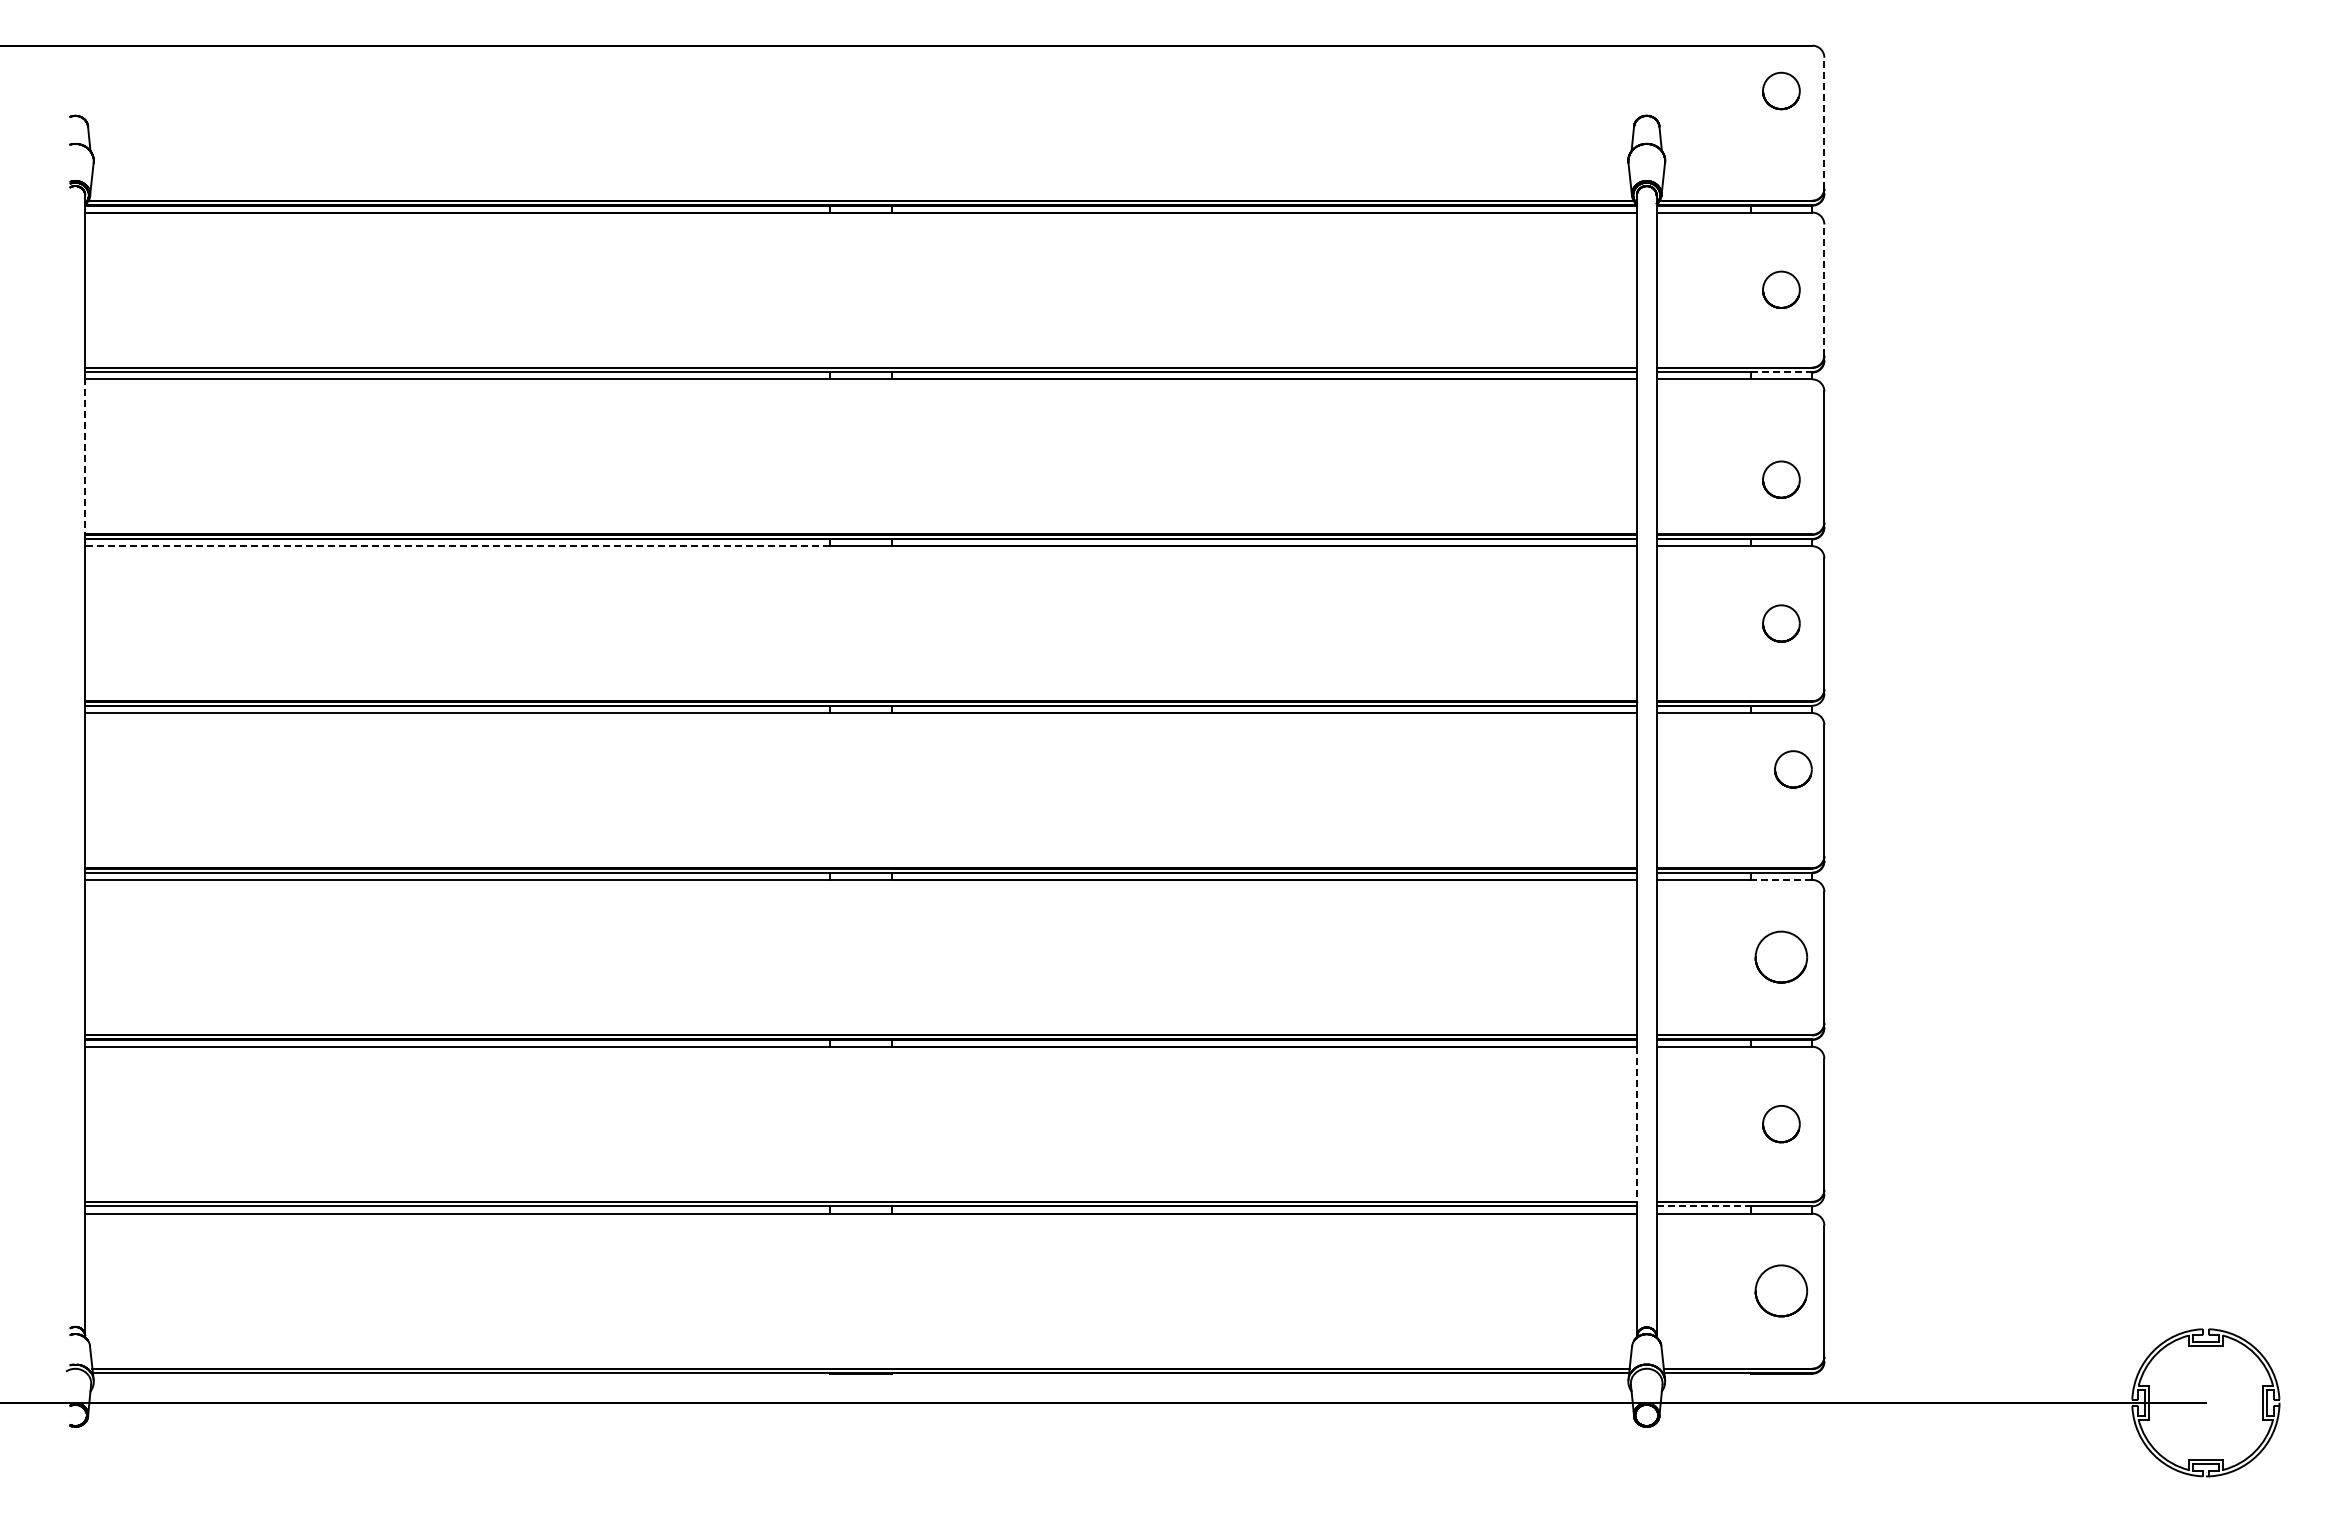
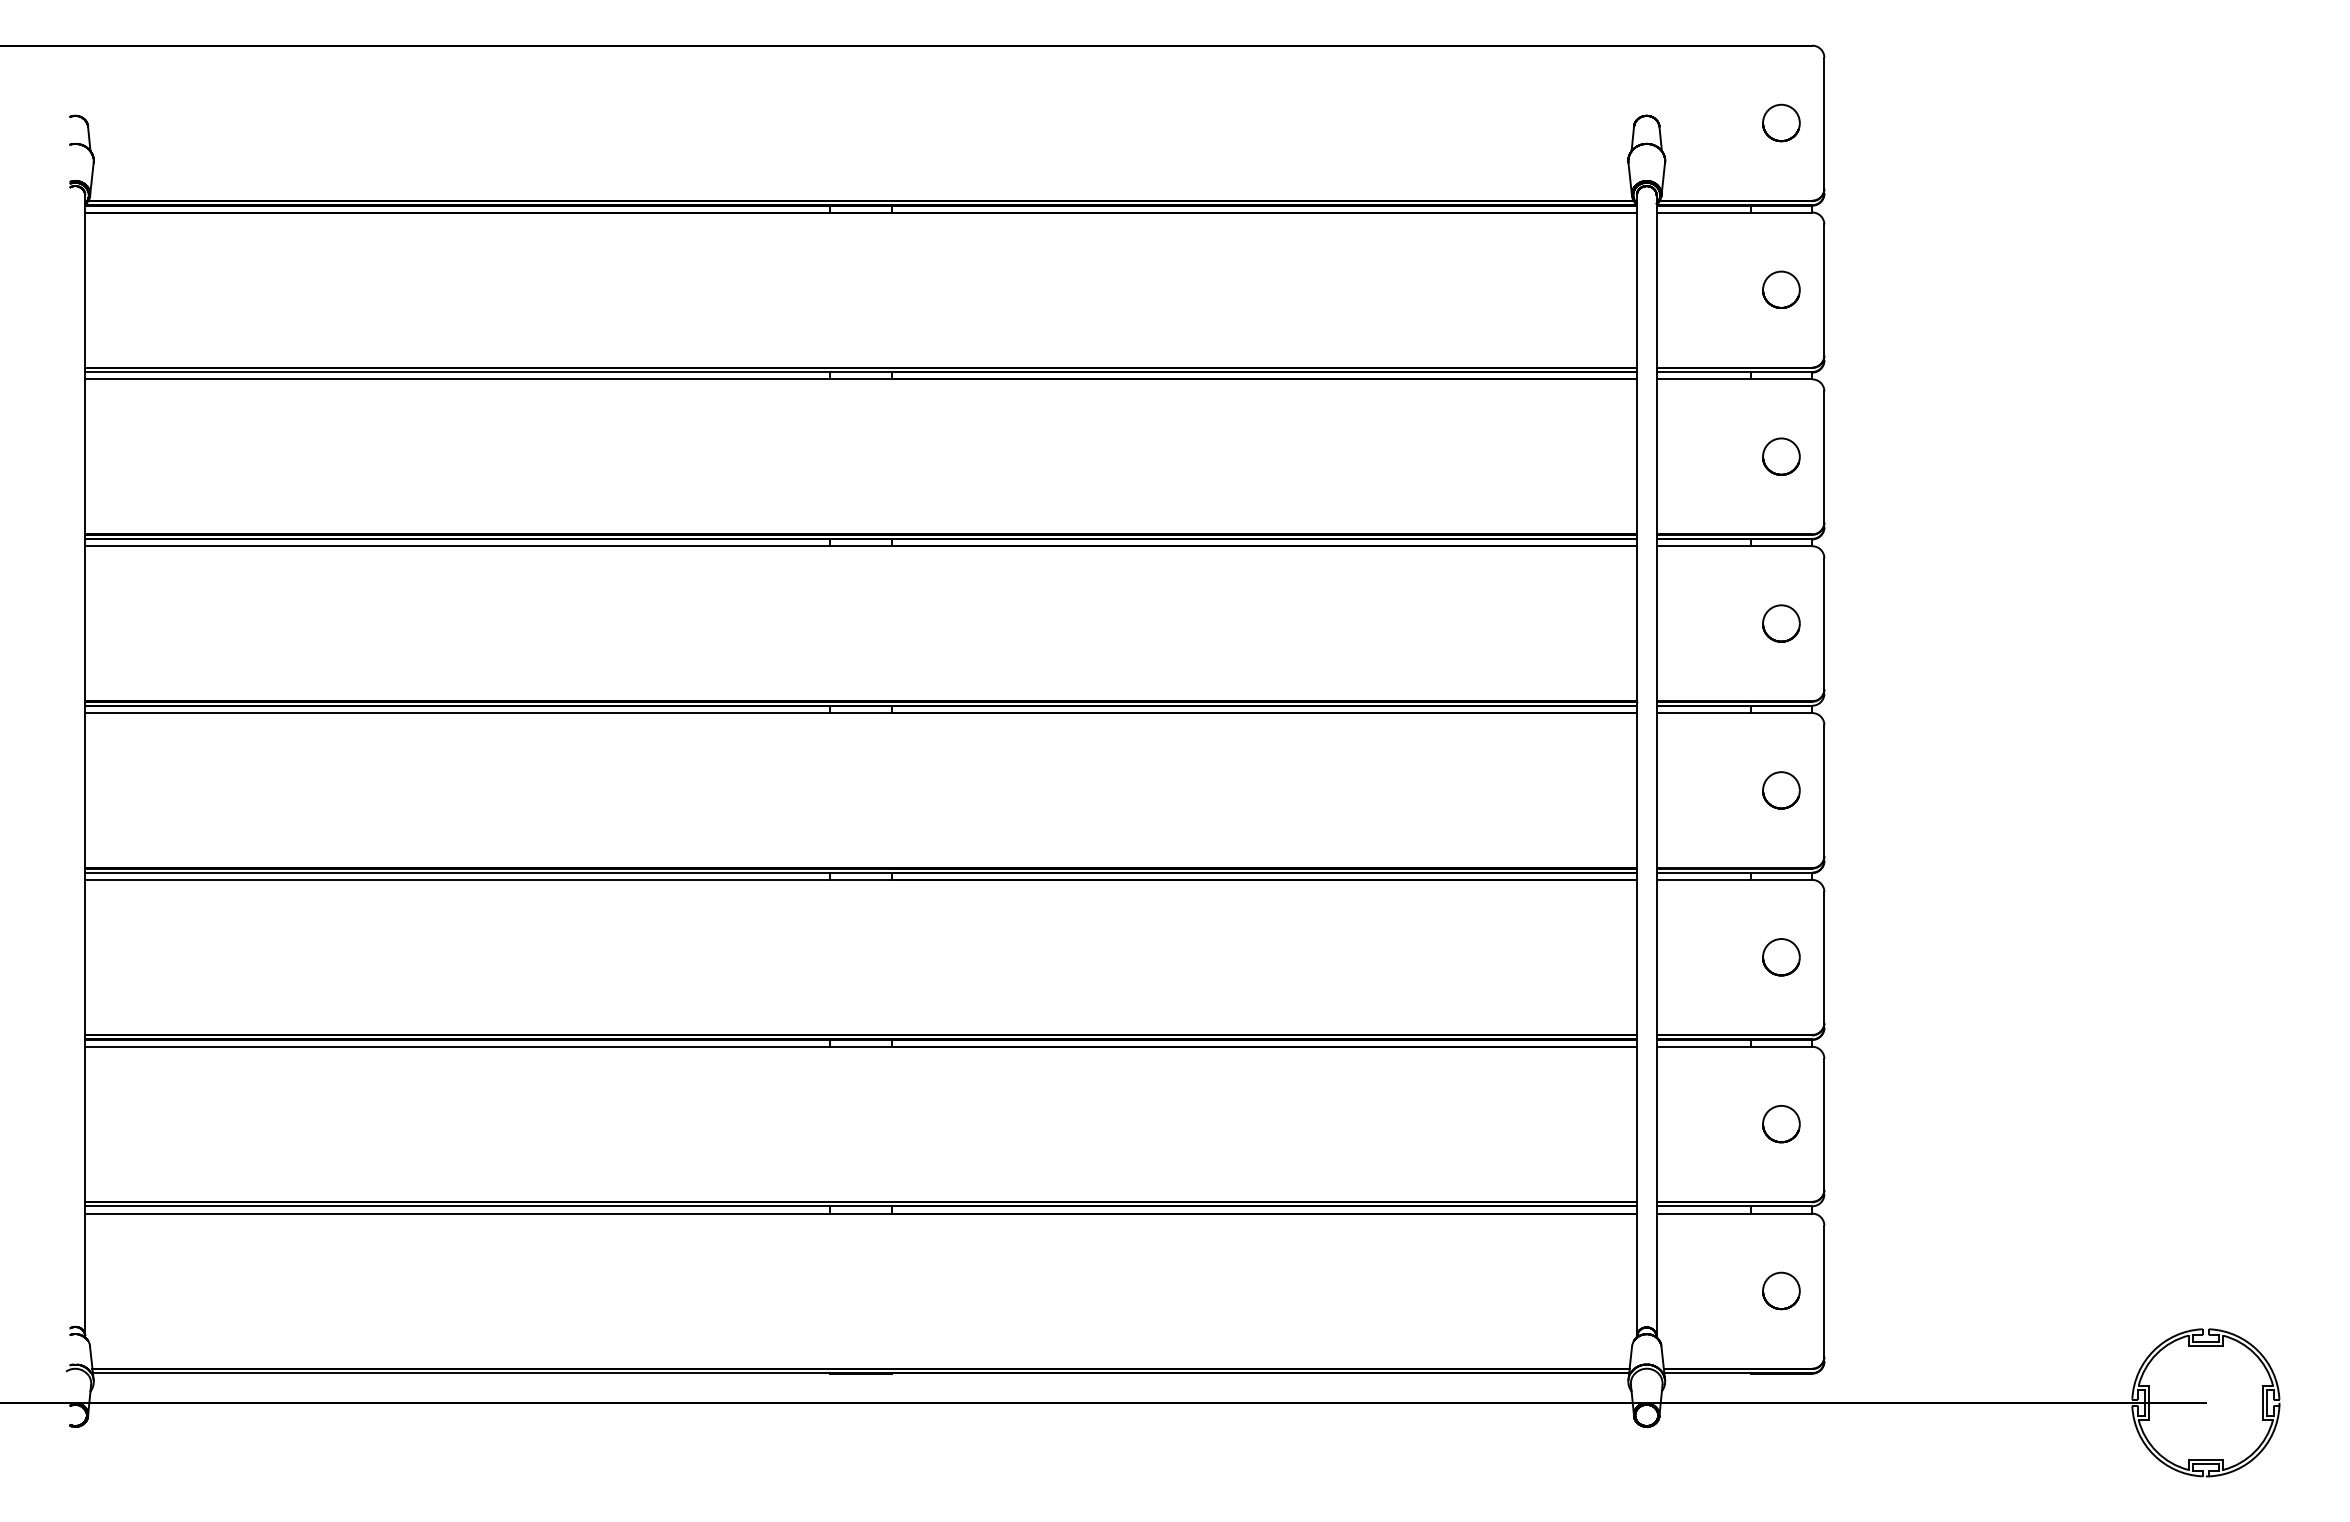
part at (1781, 90) position: (1781, 90) -> (1781, 122)
line at (1824, 123): dashed -> solid
line at (1824, 290): dashed -> solid
line at (1781, 372): dashed -> solid
line at (85, 458): dashed -> solid
part at (1781, 479) position: (1781, 479) -> (1781, 456)
line at (457, 546): dashed -> solid
part at (1793, 769) position: (1793, 769) -> (1781, 790)
line at (1781, 879): dashed -> solid
part at (1781, 956) size: 55x54 px -> 39x39 px
line at (1636, 1124): dashed -> solid
line at (1704, 1206): dashed -> solid
part at (1781, 1290) size: 55x54 px -> 39x40 px
